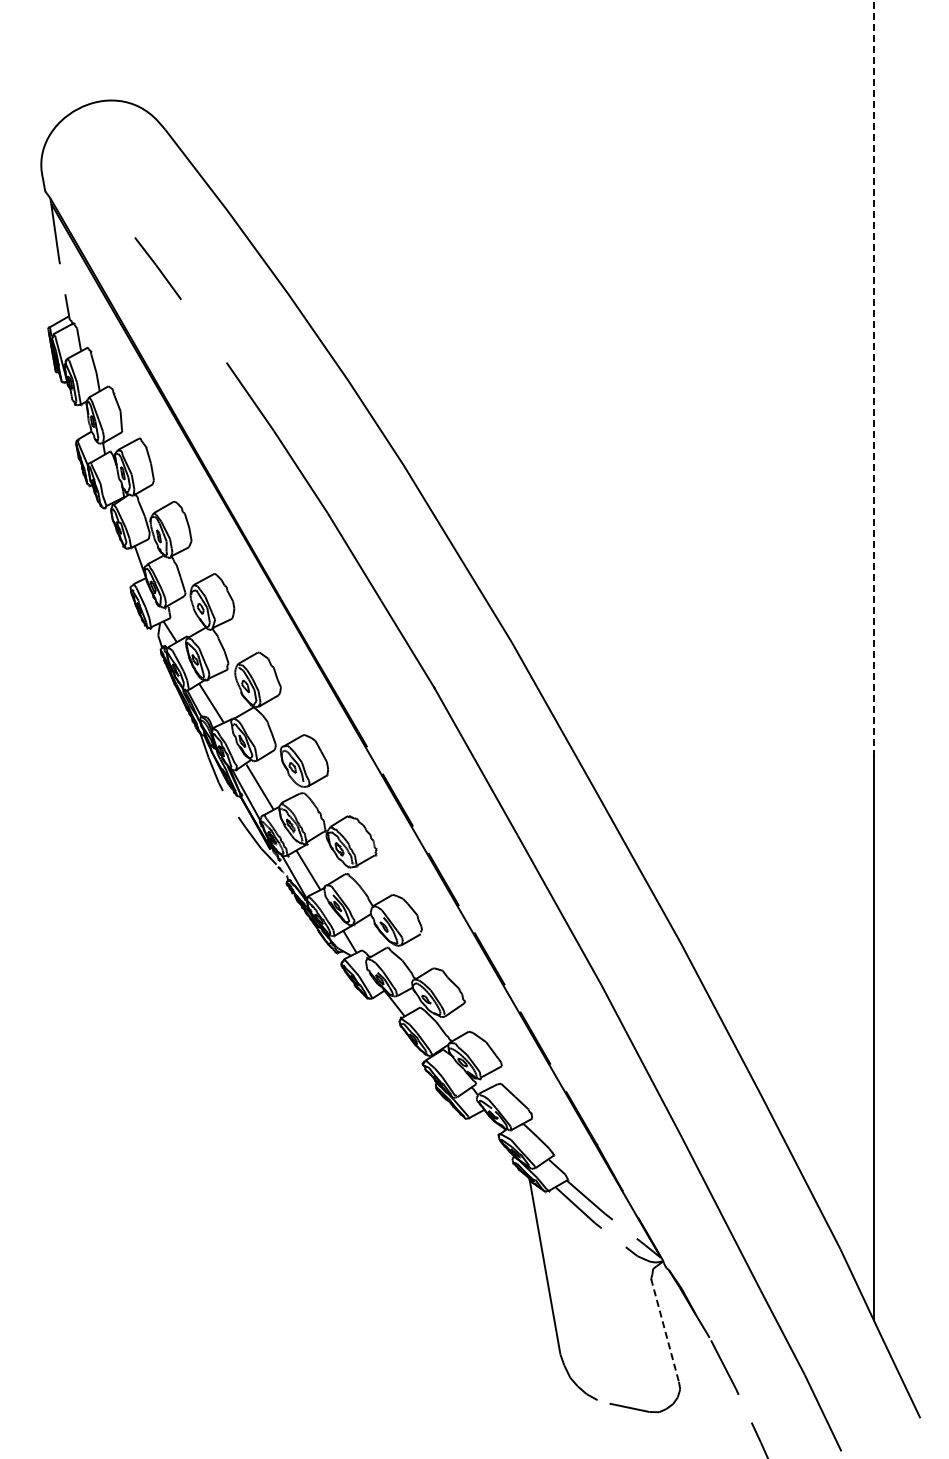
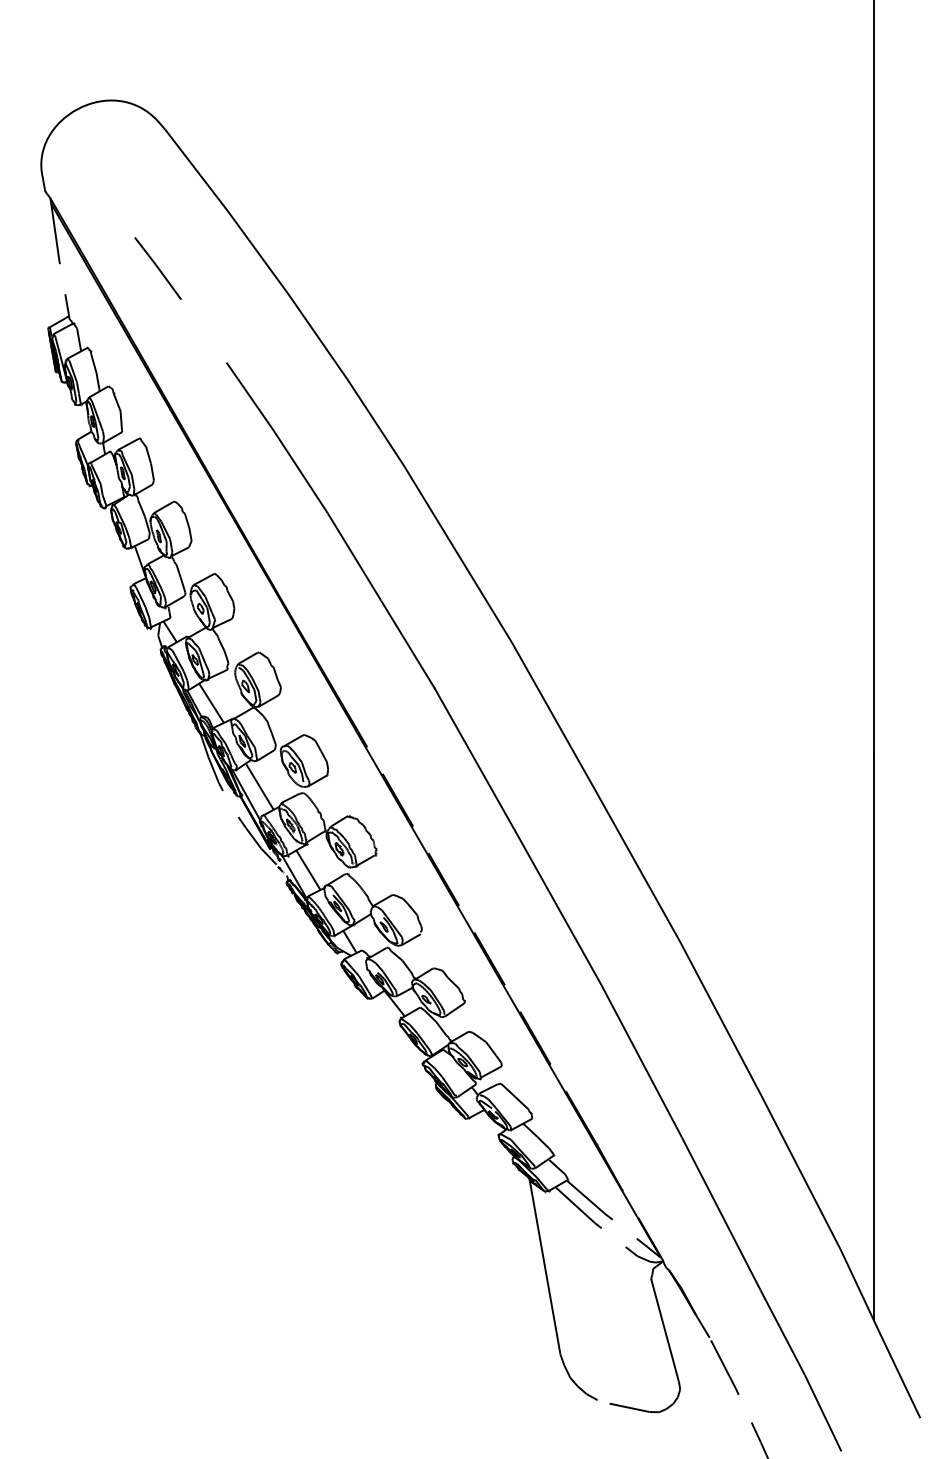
line at (873, 378): dashed -> solid
line at (665, 1330): dashed -> solid
